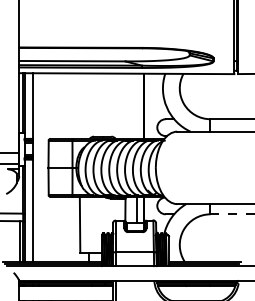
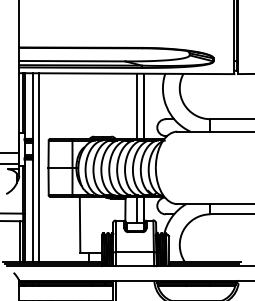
line at (137, 105): none -> present
line at (39, 167): none -> present
line at (232, 214): dashed -> solid
